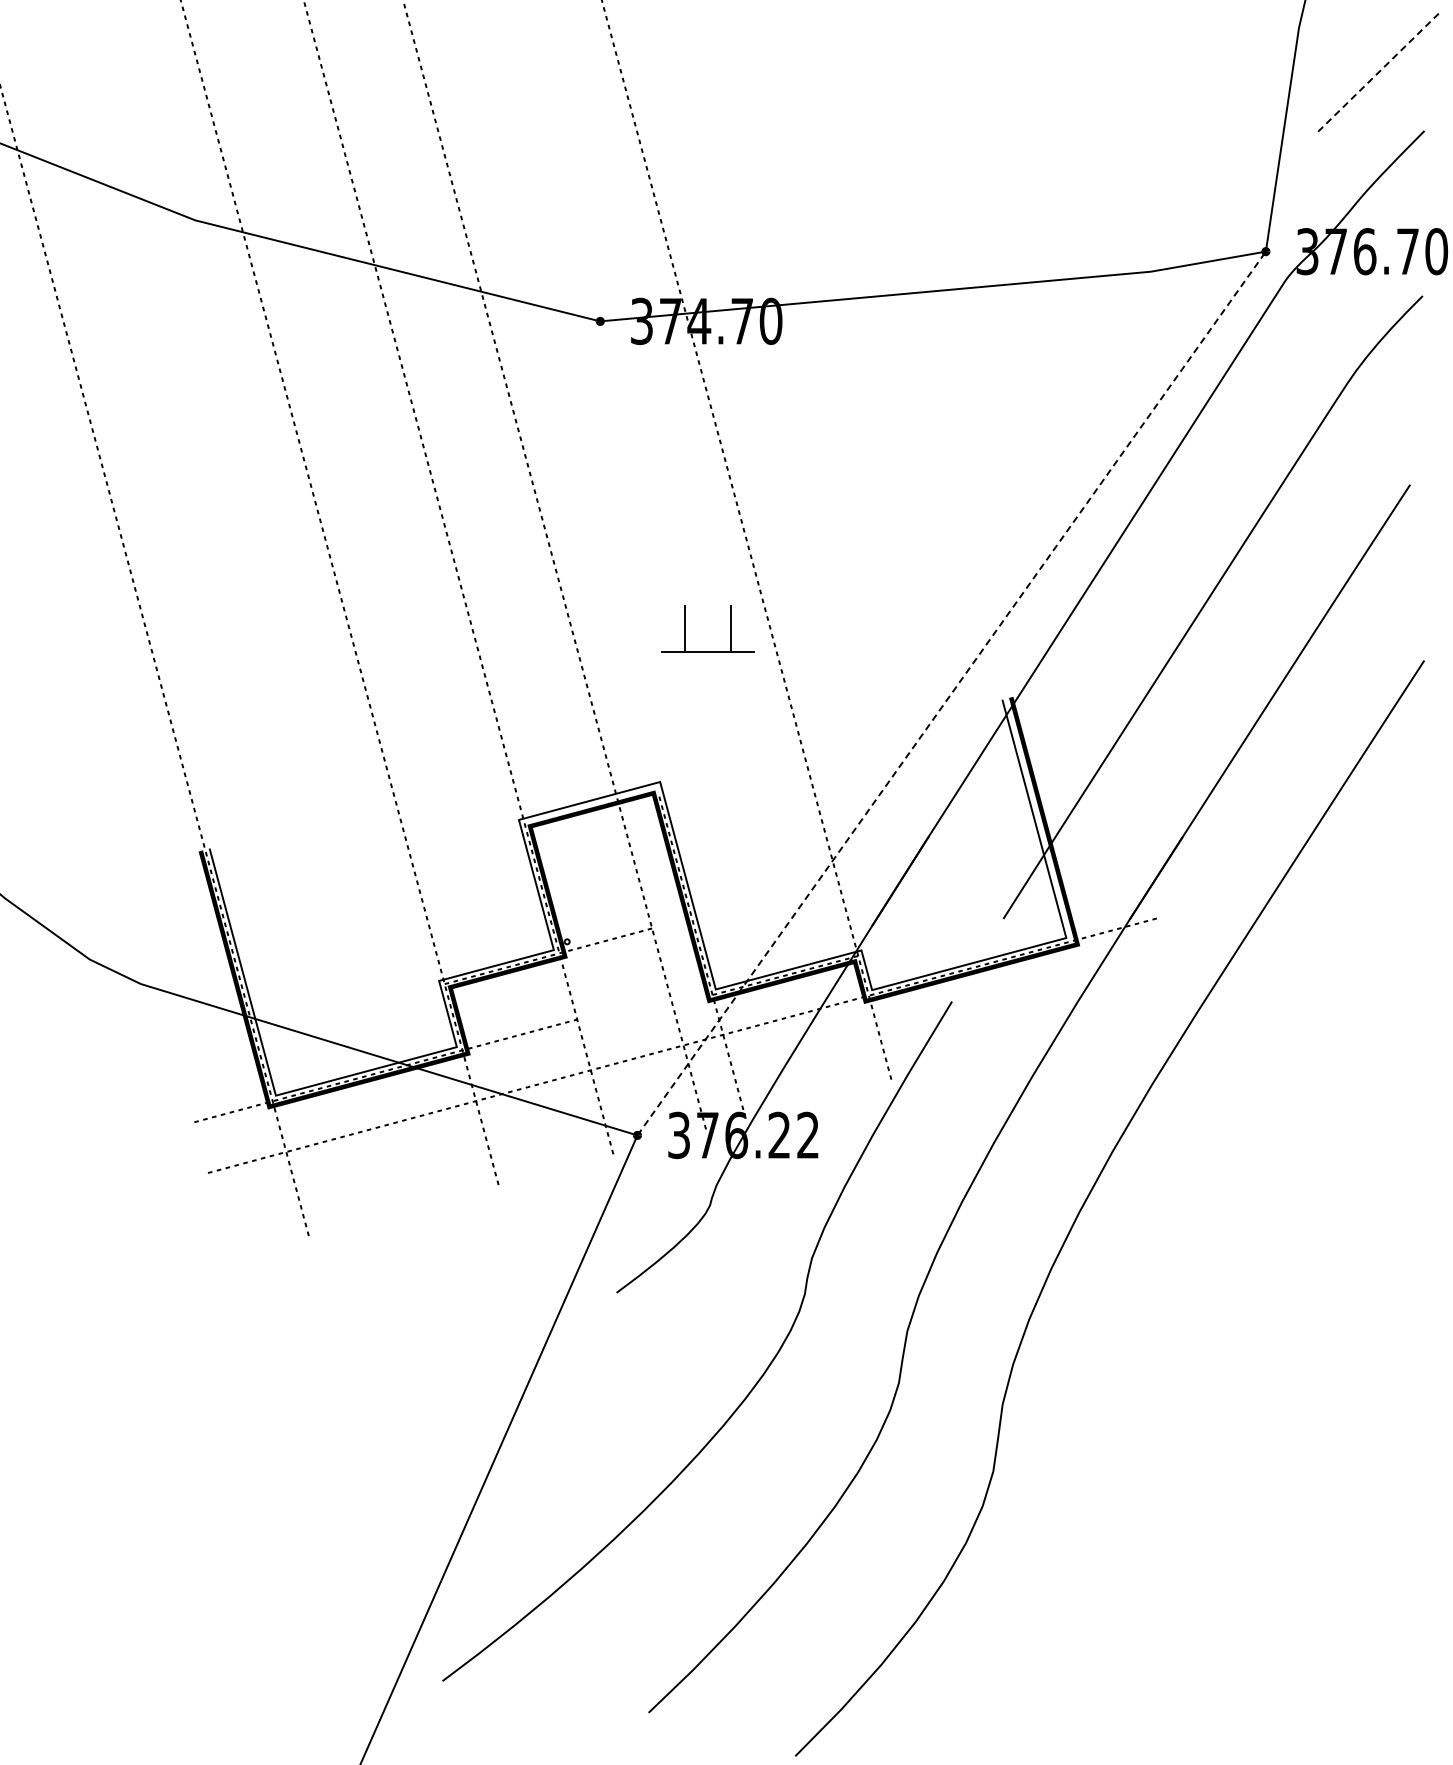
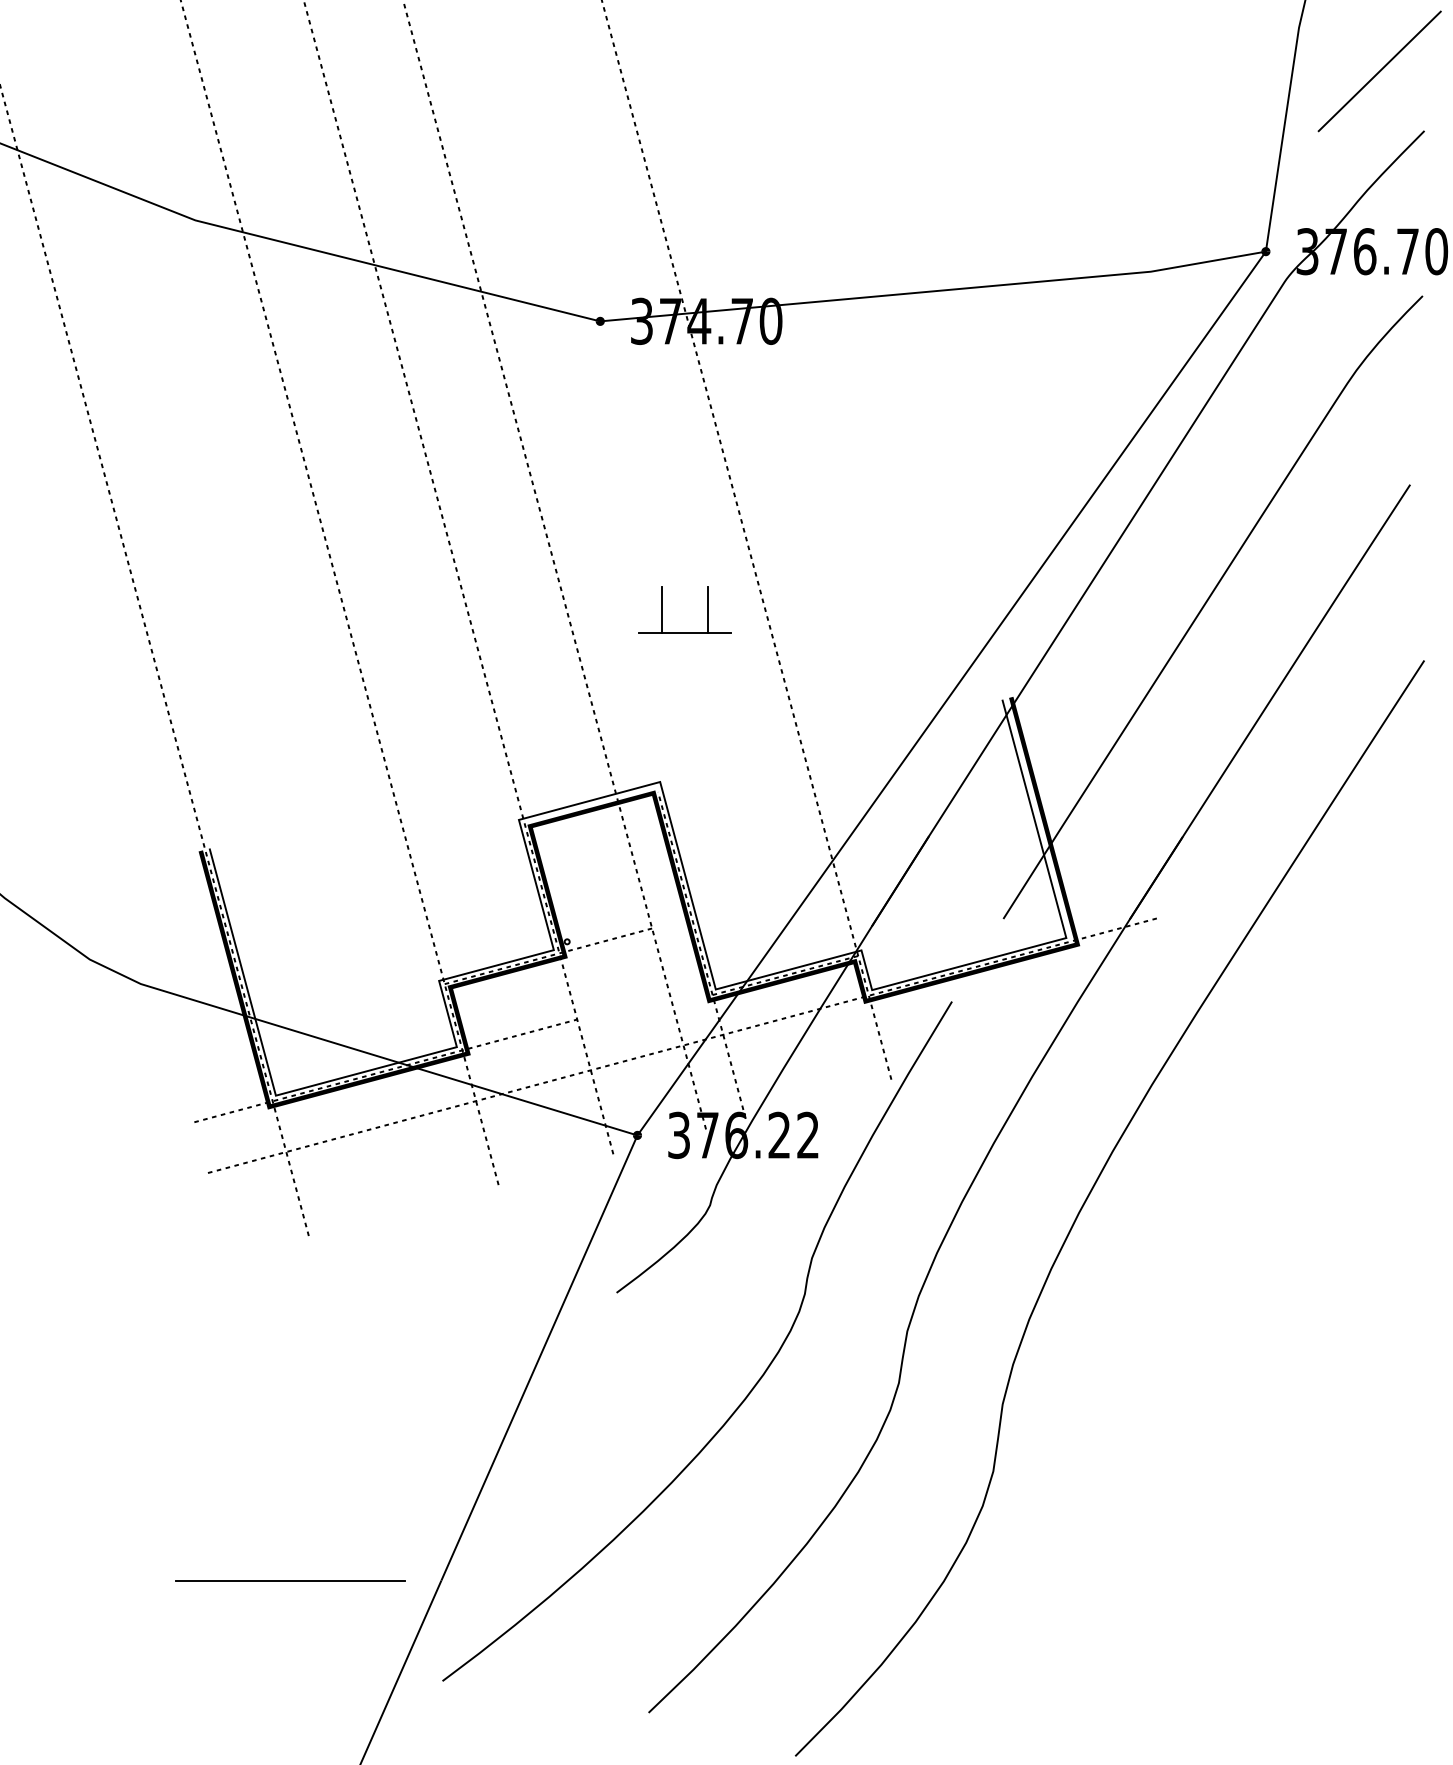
line at (1380, 70): dashed -> solid
part at (685, 628) position: (685, 628) -> (662, 609)
line at (951, 693): dashed -> solid
line at (290, 1581): none -> present
